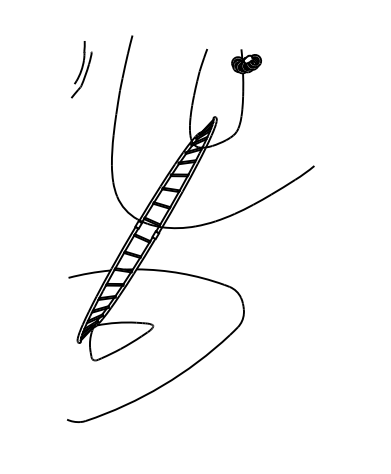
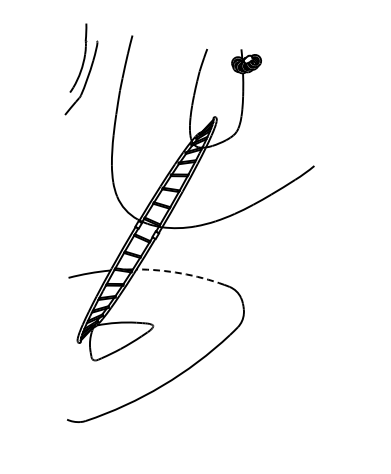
part at (81, 69) size: 22x58 px -> 35x93 px
arc at (181, 273): solid -> dashed
